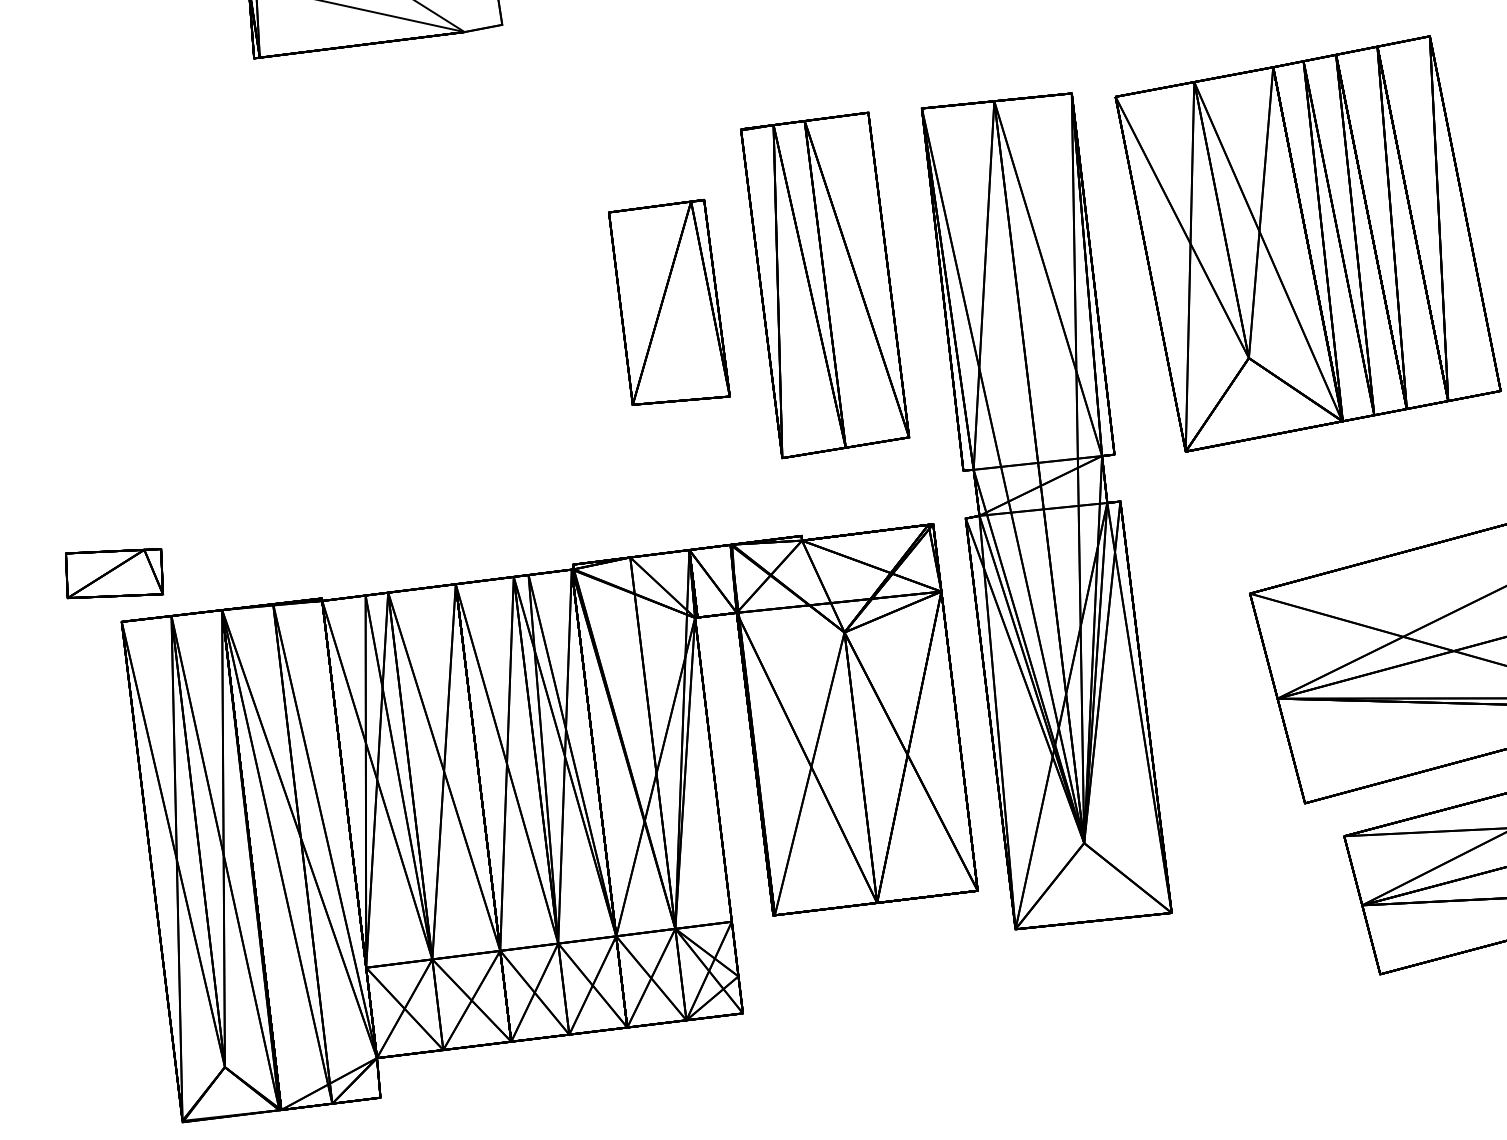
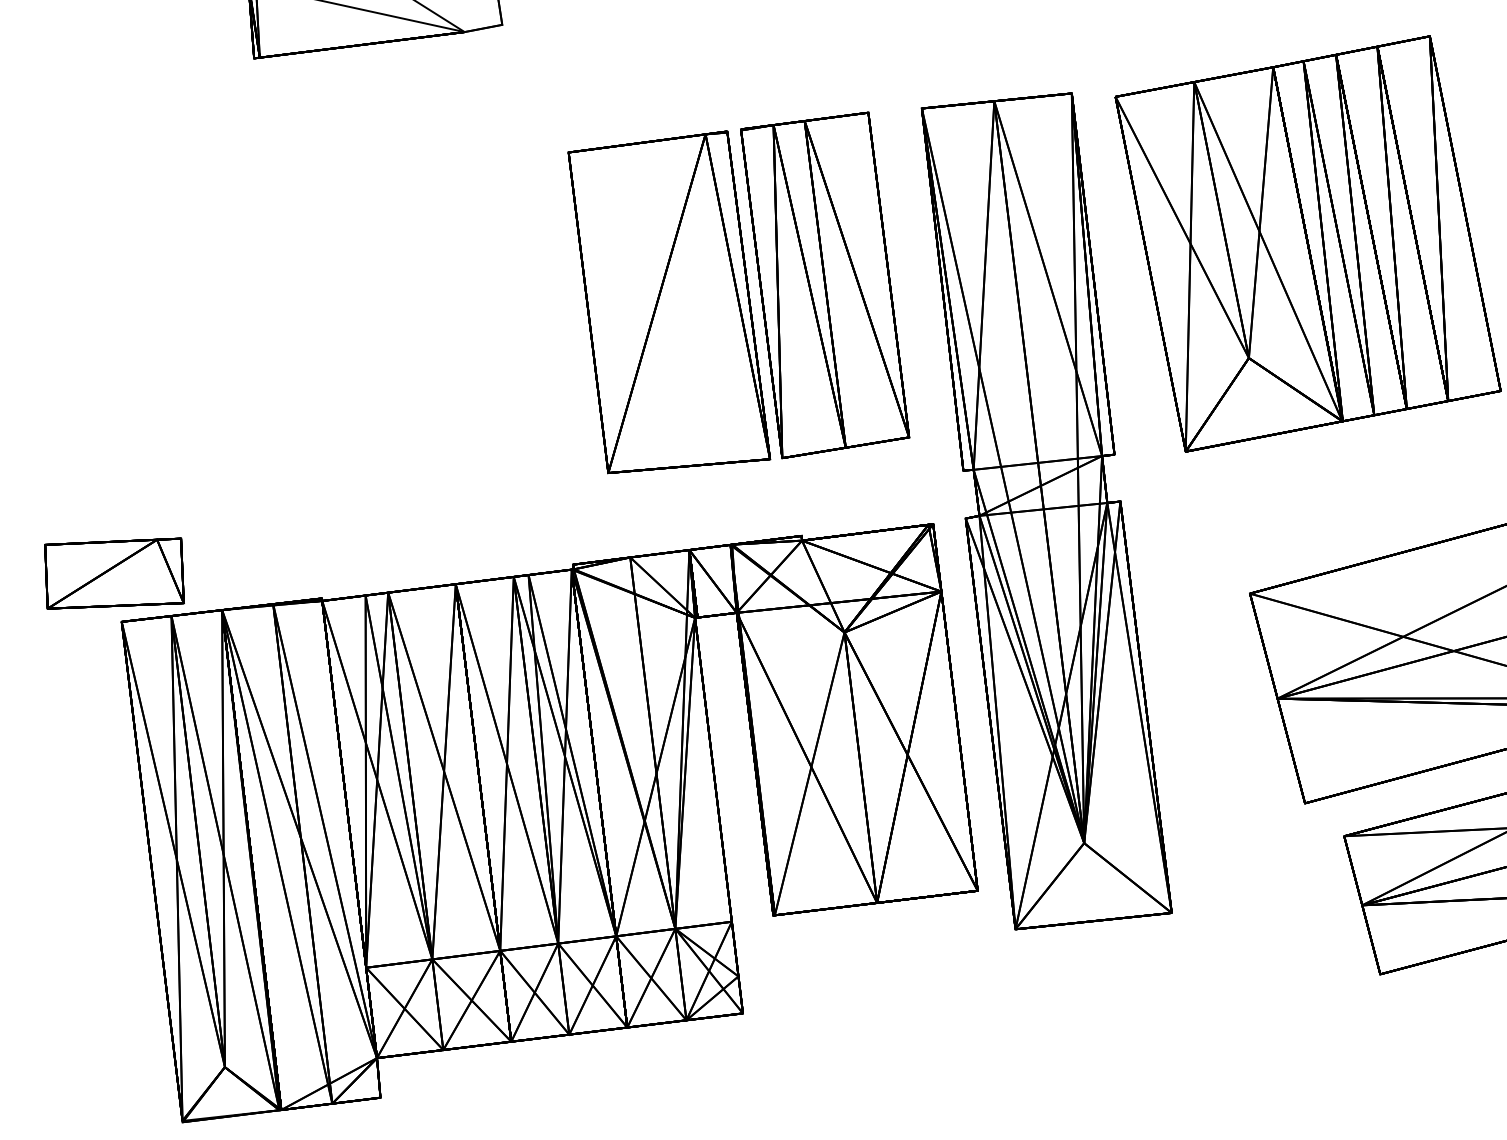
part at (669, 301) size: 123x208 px -> 205x345 px
part at (114, 573) size: 100x52 px -> 141x73 px
